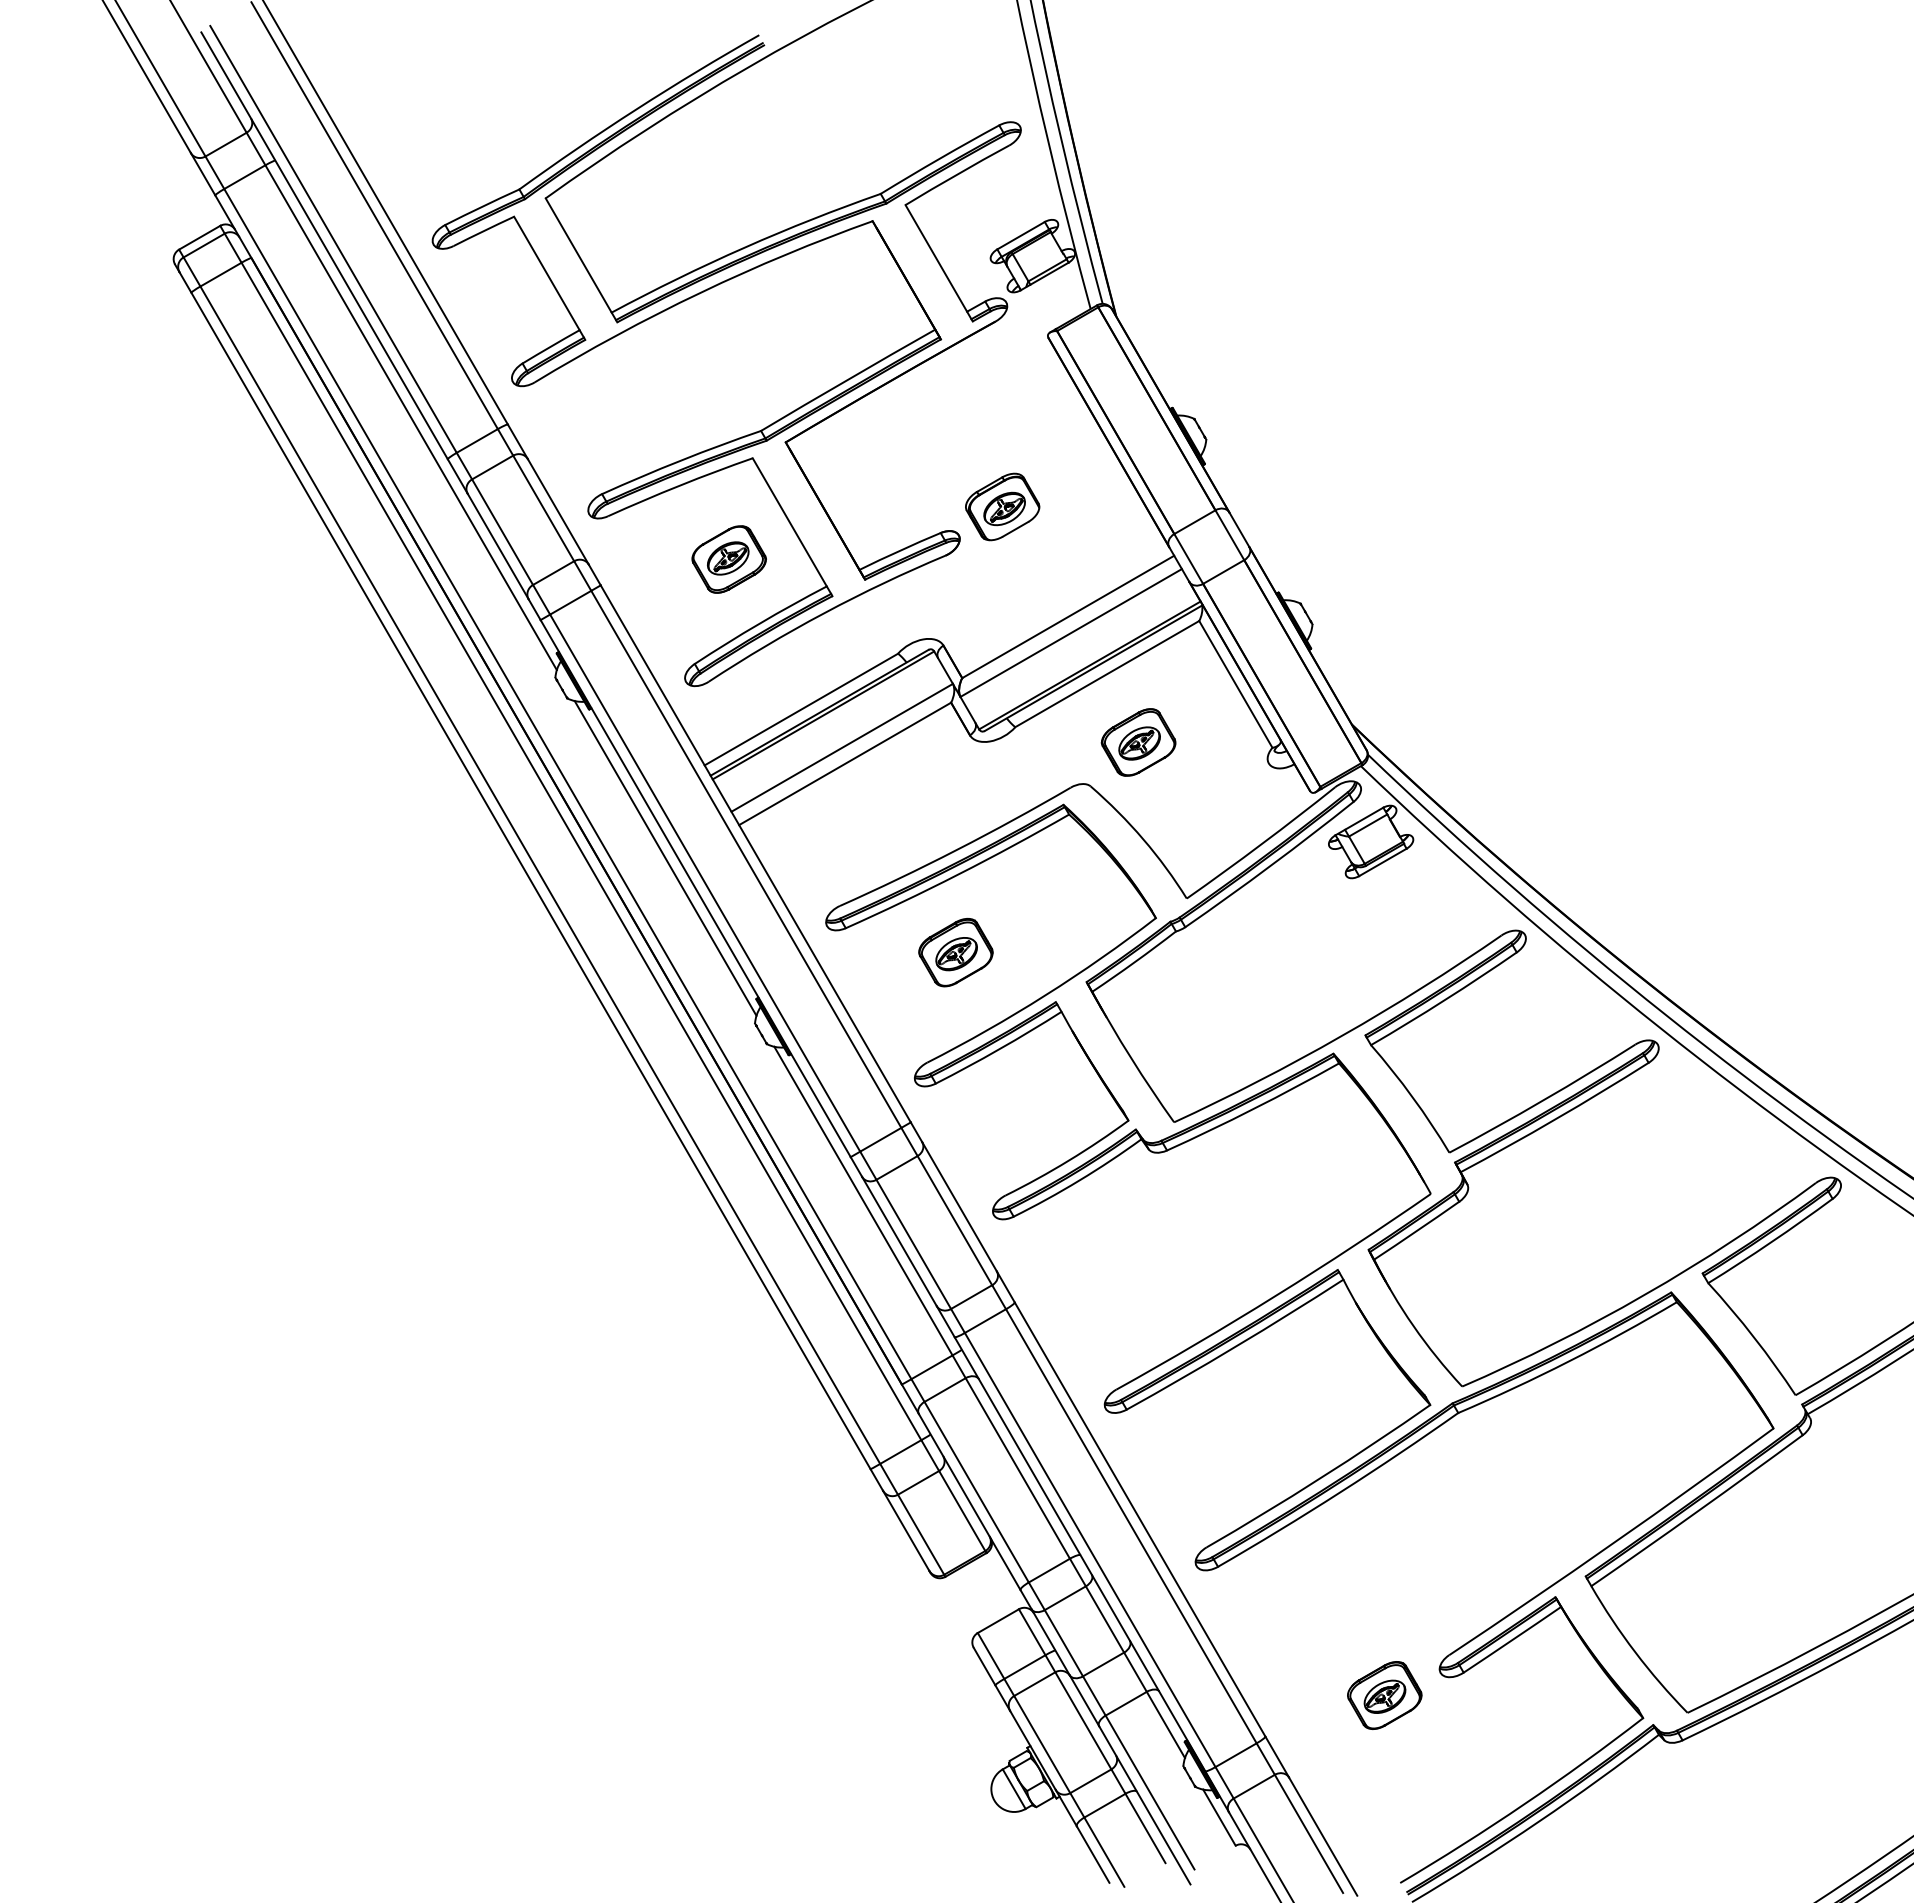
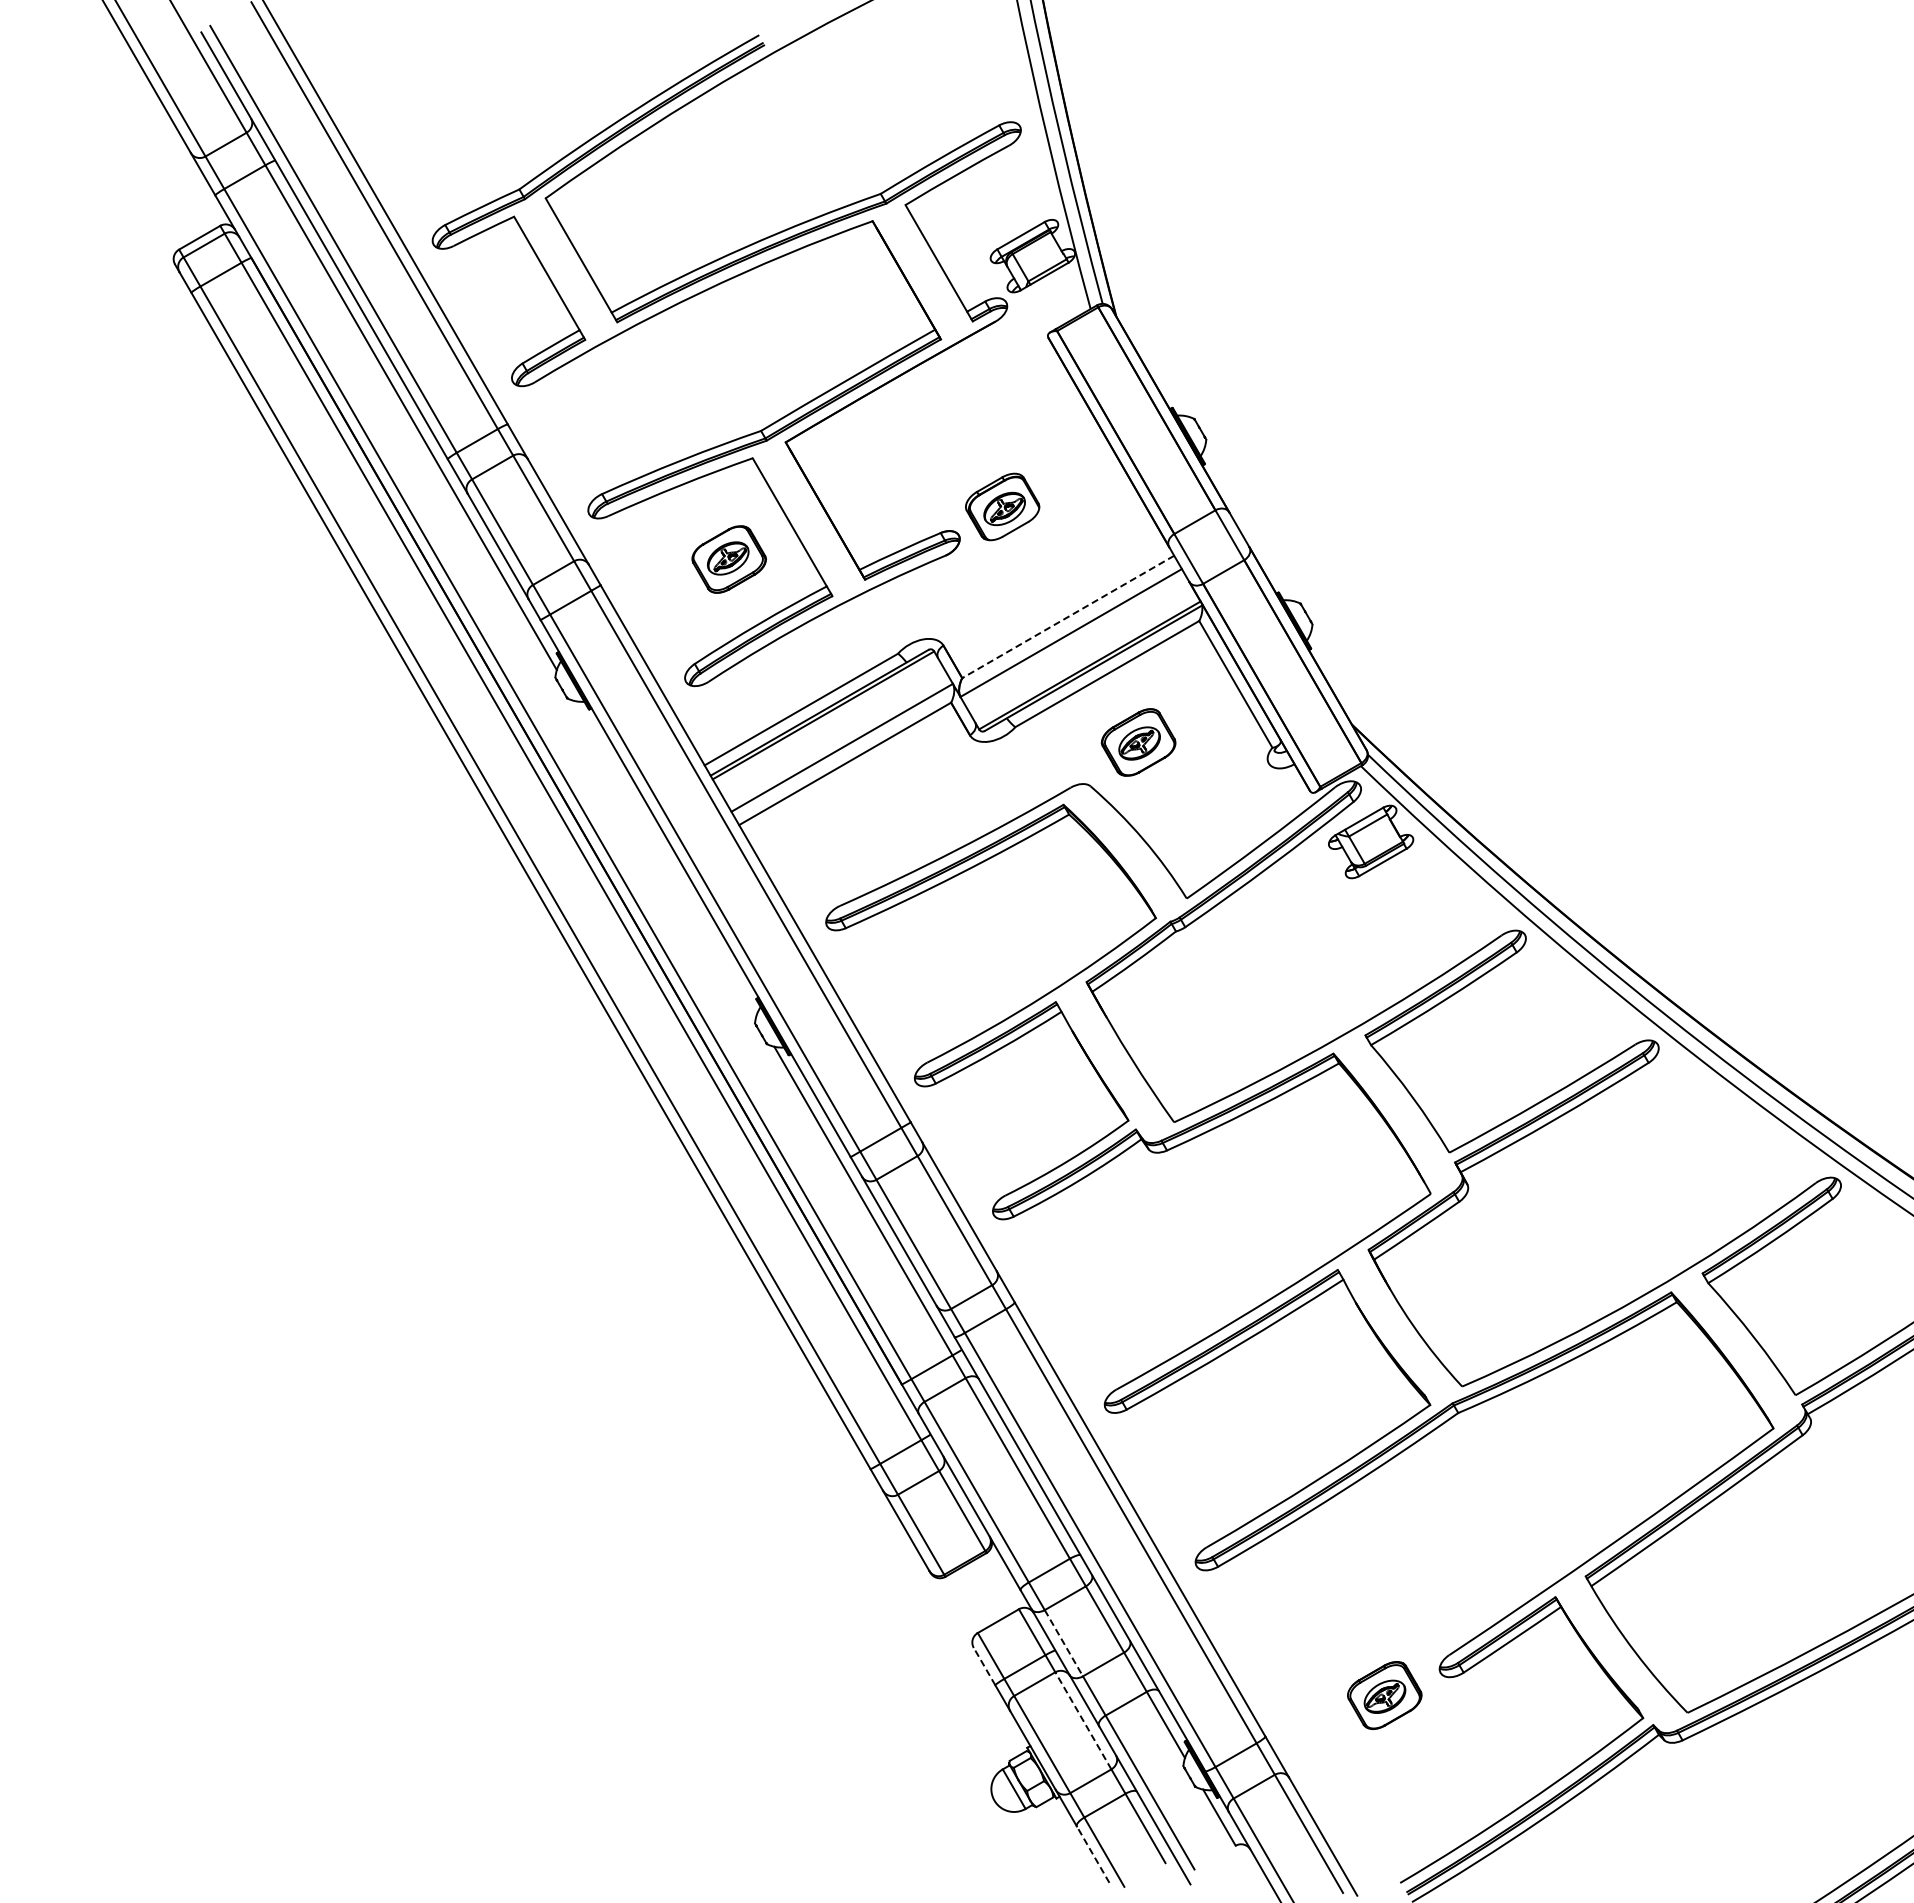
line at (1067, 617): solid -> dashed
line at (665, 858): present -> none
part at (955, 952): present -> none
line at (1064, 1643): solid -> dashed
line at (984, 1666): solid -> dashed
line at (1083, 1720): solid -> dashed
line at (1093, 1854): solid -> dashed
